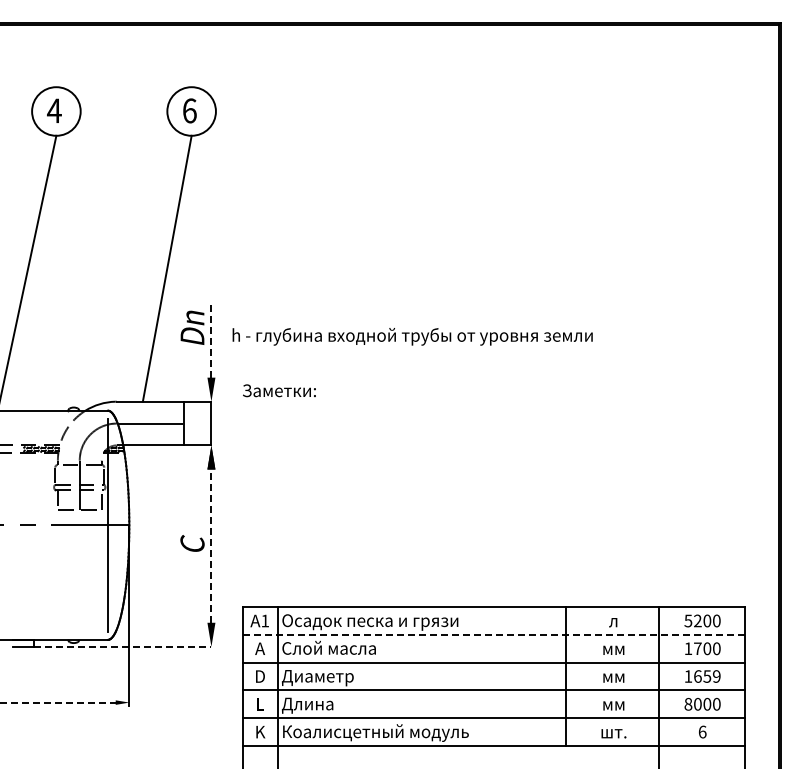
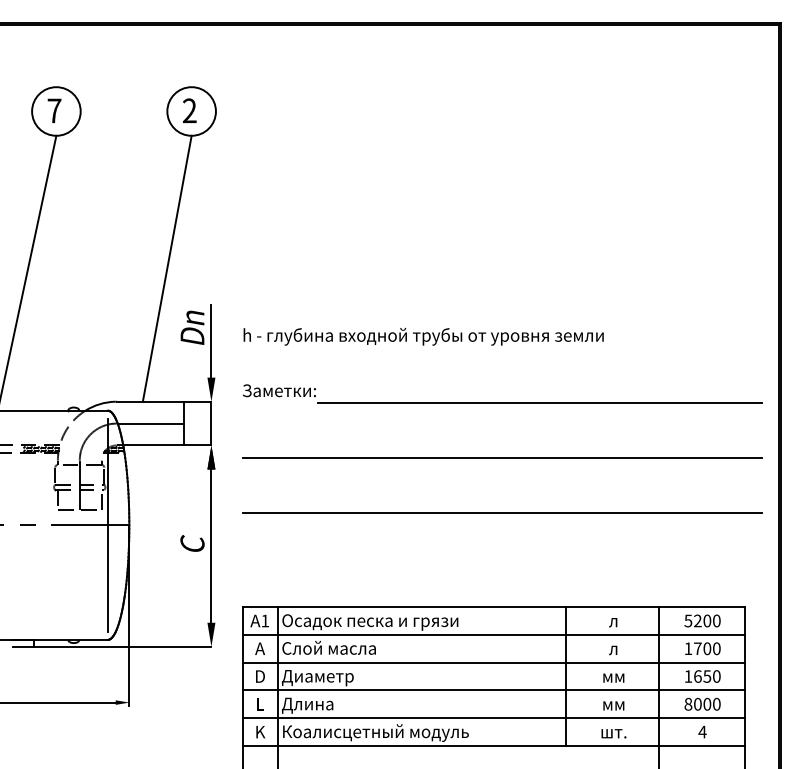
text at (54, 110): 4 -> 7
text at (189, 110): 6 -> 2
text at (412, 336) position: (412, 336) -> (423, 336)
line at (211, 340): dashed -> solid
line at (539, 402): none -> present
line at (501, 458): none -> present
line at (501, 513): none -> present
line at (211, 546): dashed -> solid
line at (494, 634): dashed -> solid
line at (122, 646): dashed -> solid
text at (613, 650): мм -> л
text at (716, 676): 1659 -> 1650
line at (58, 702): dashed -> solid
text at (702, 731): 6 -> 4
